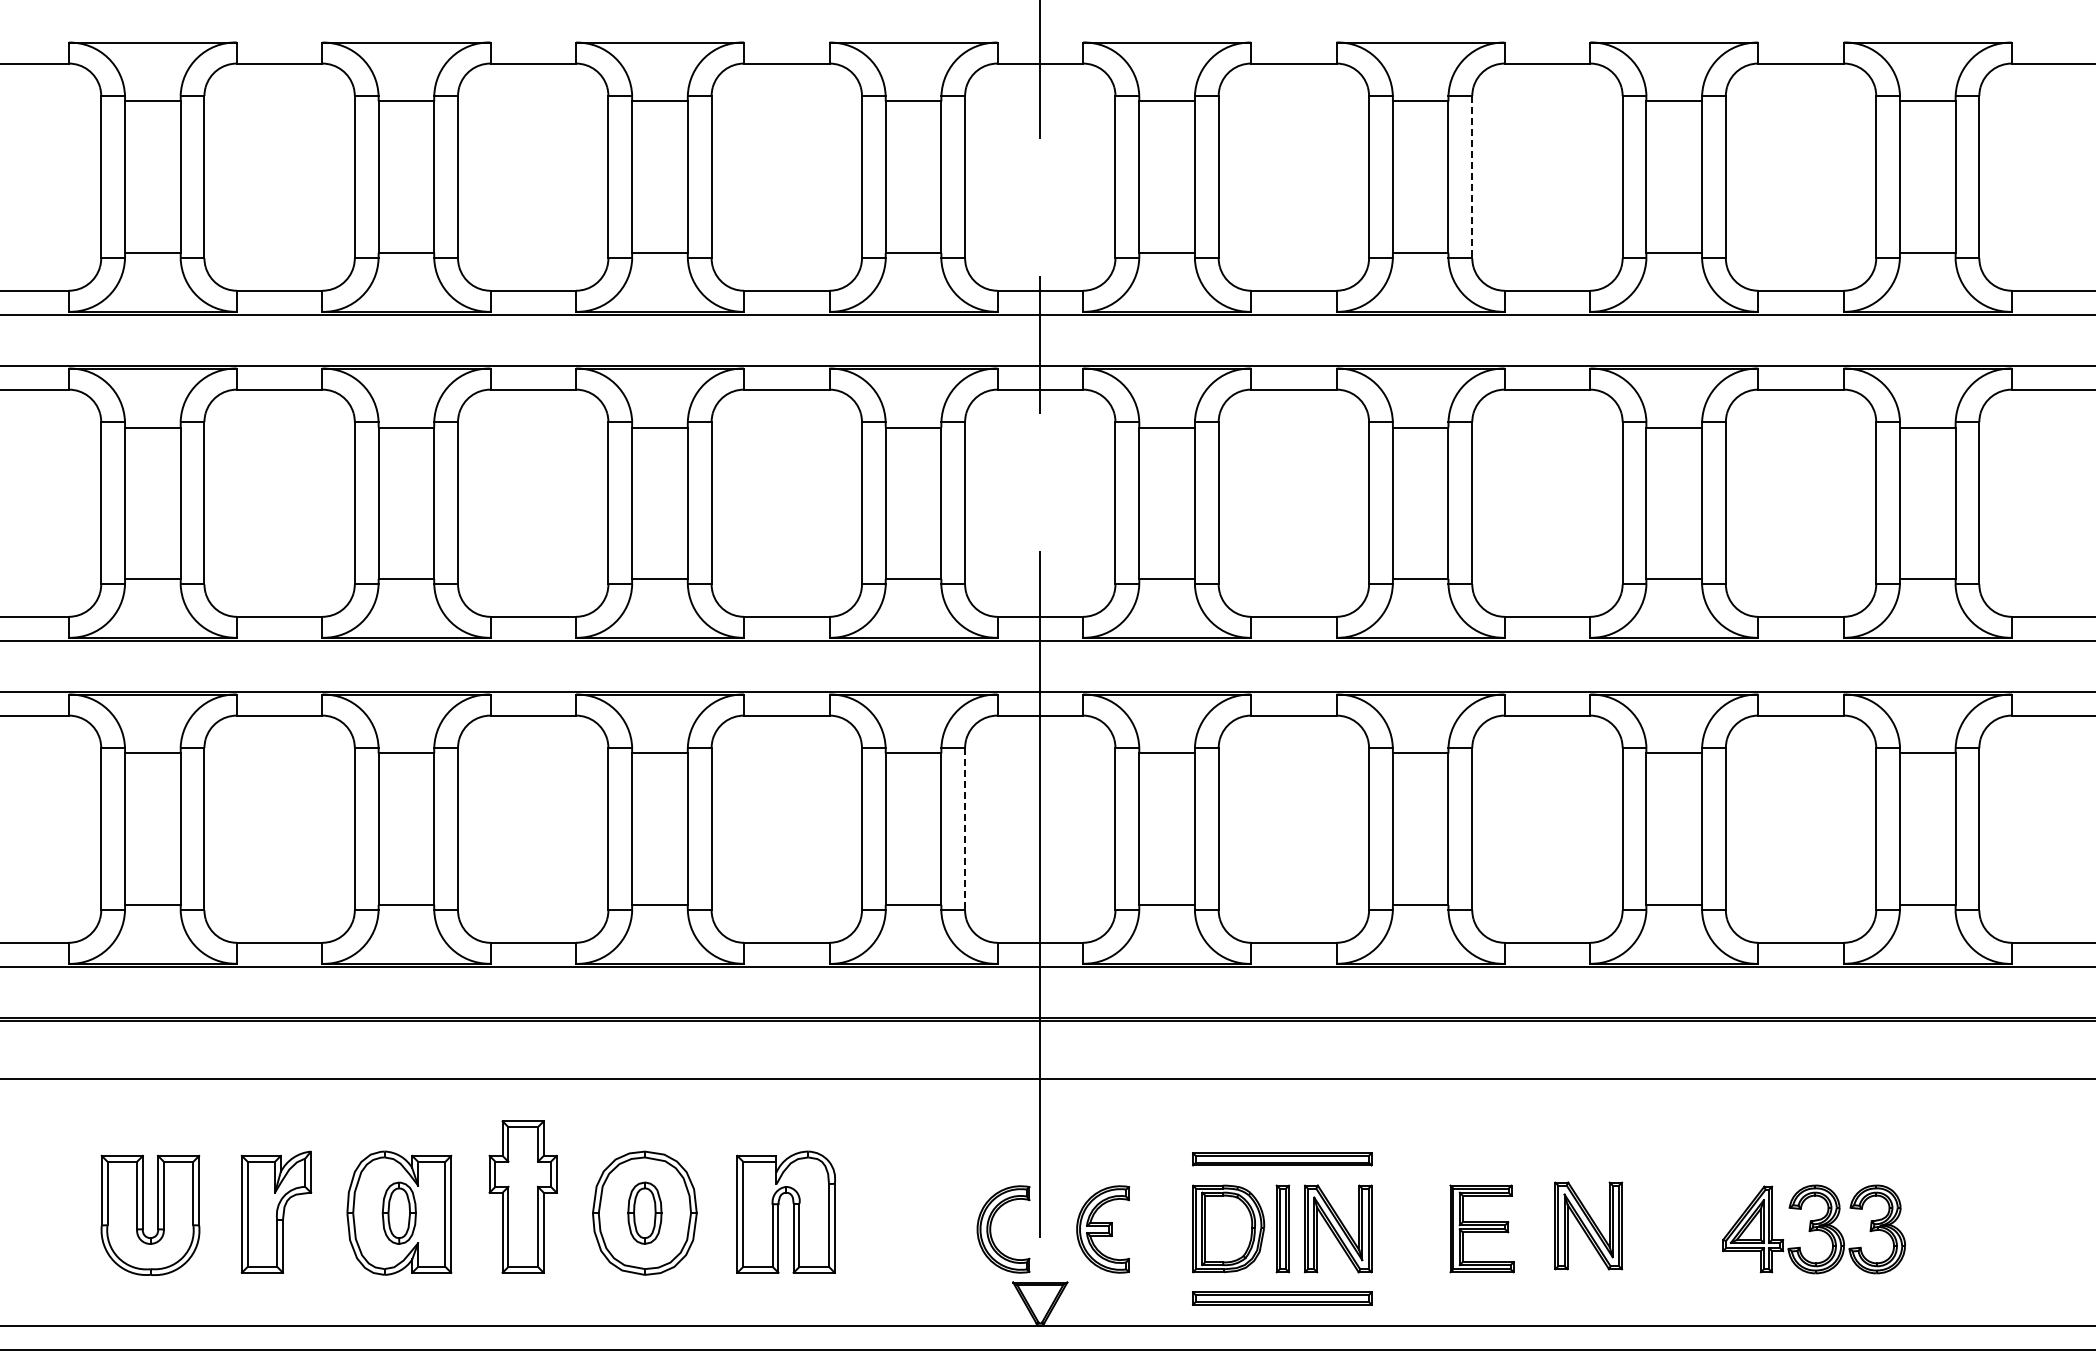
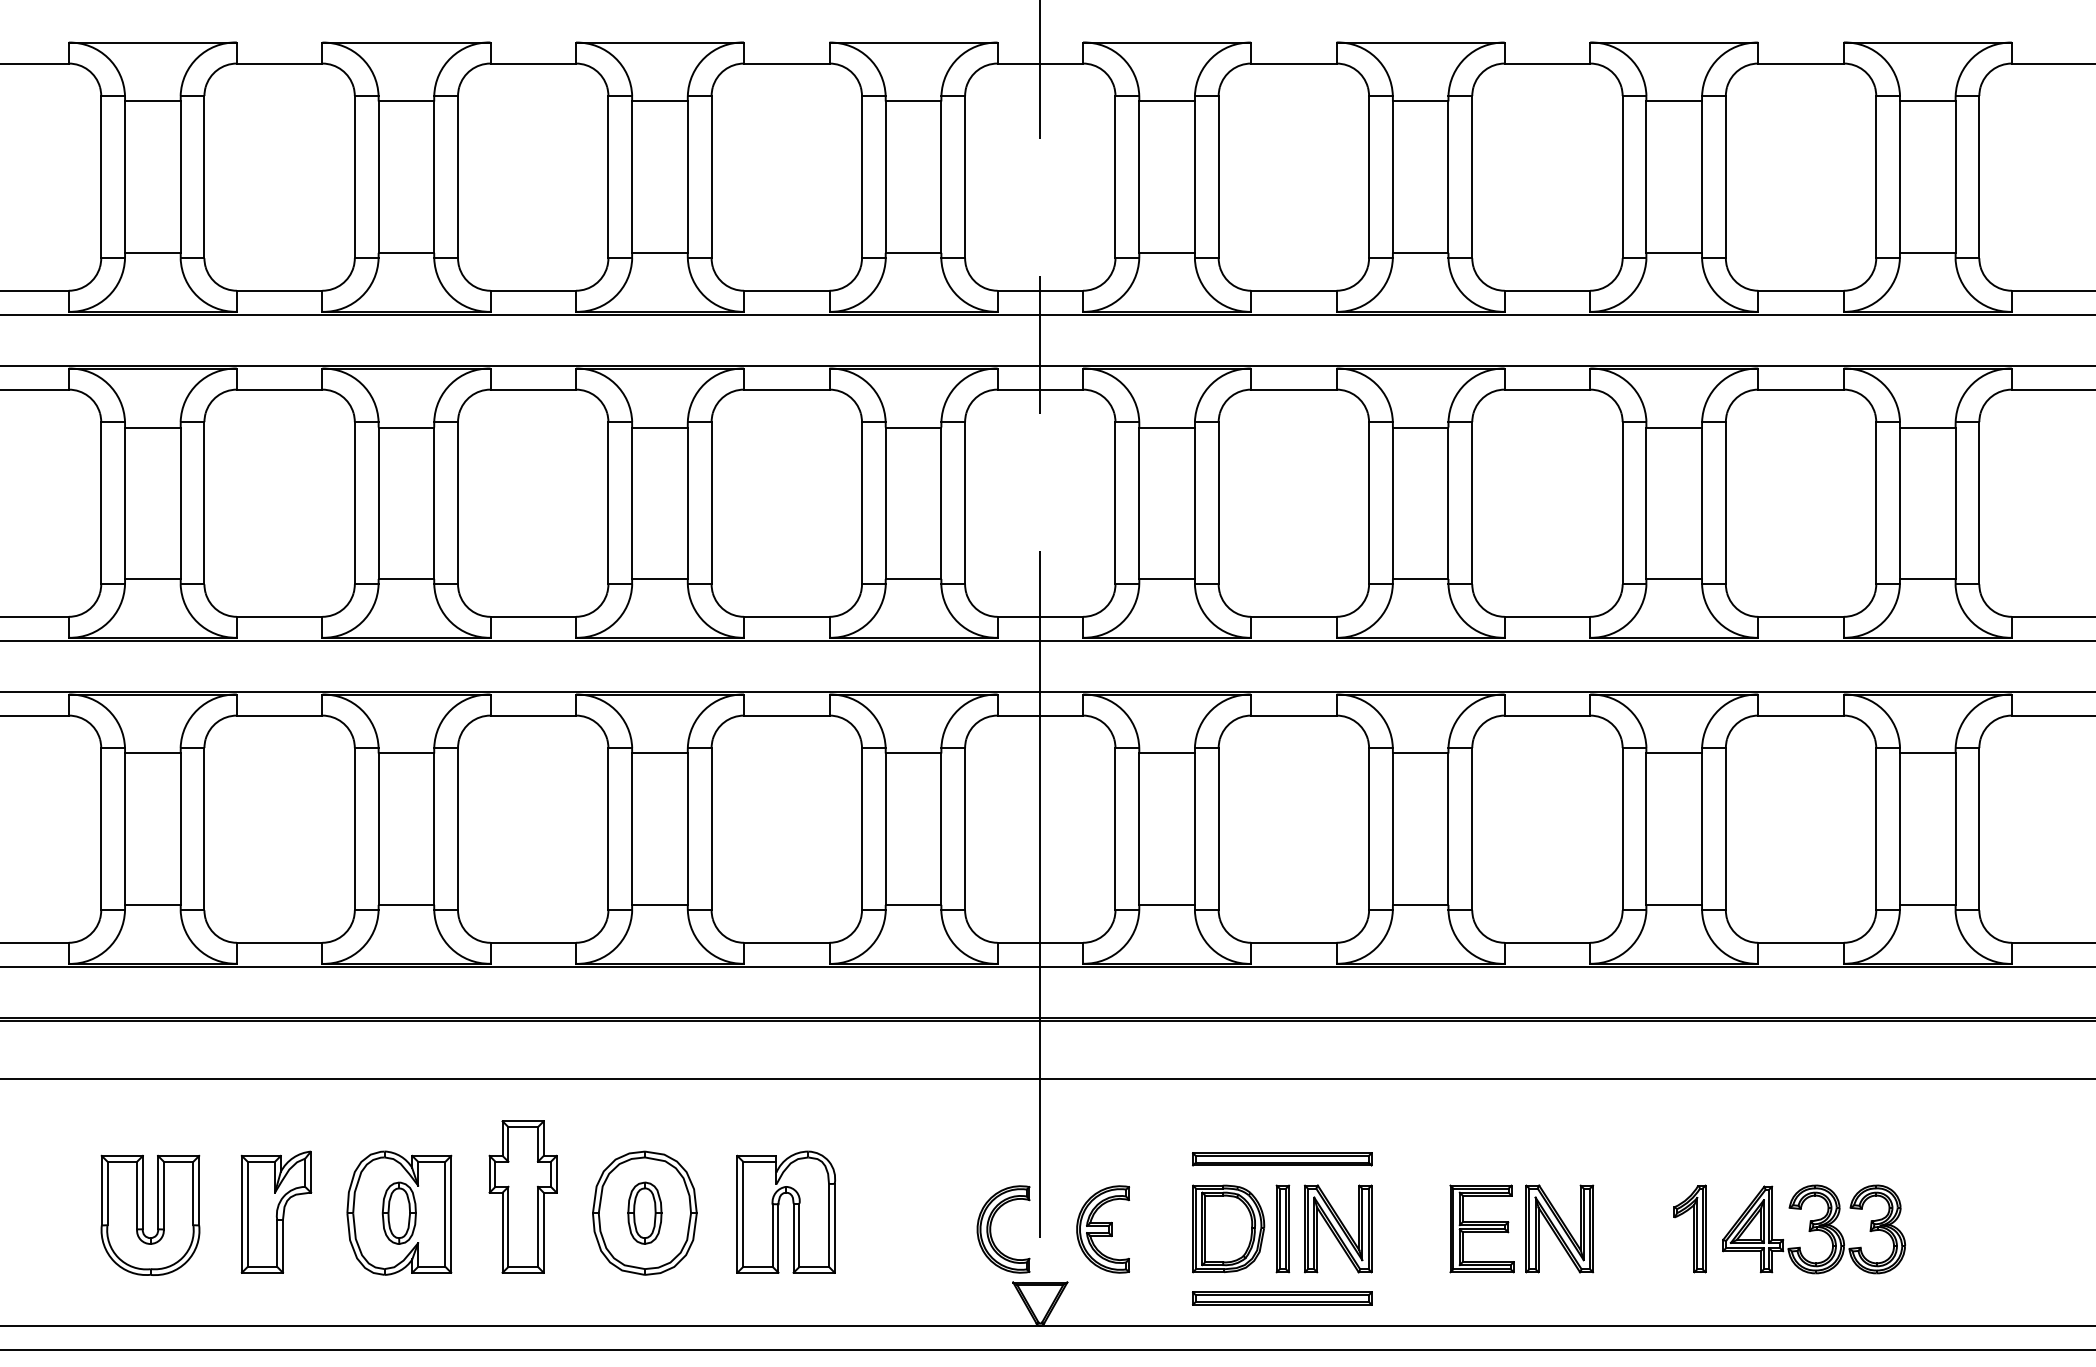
line at (1472, 177): dashed -> solid
line at (965, 829): dashed -> solid
part at (1588, 1225) position: (1588, 1225) -> (1559, 1228)
part at (1689, 1228): none -> present
